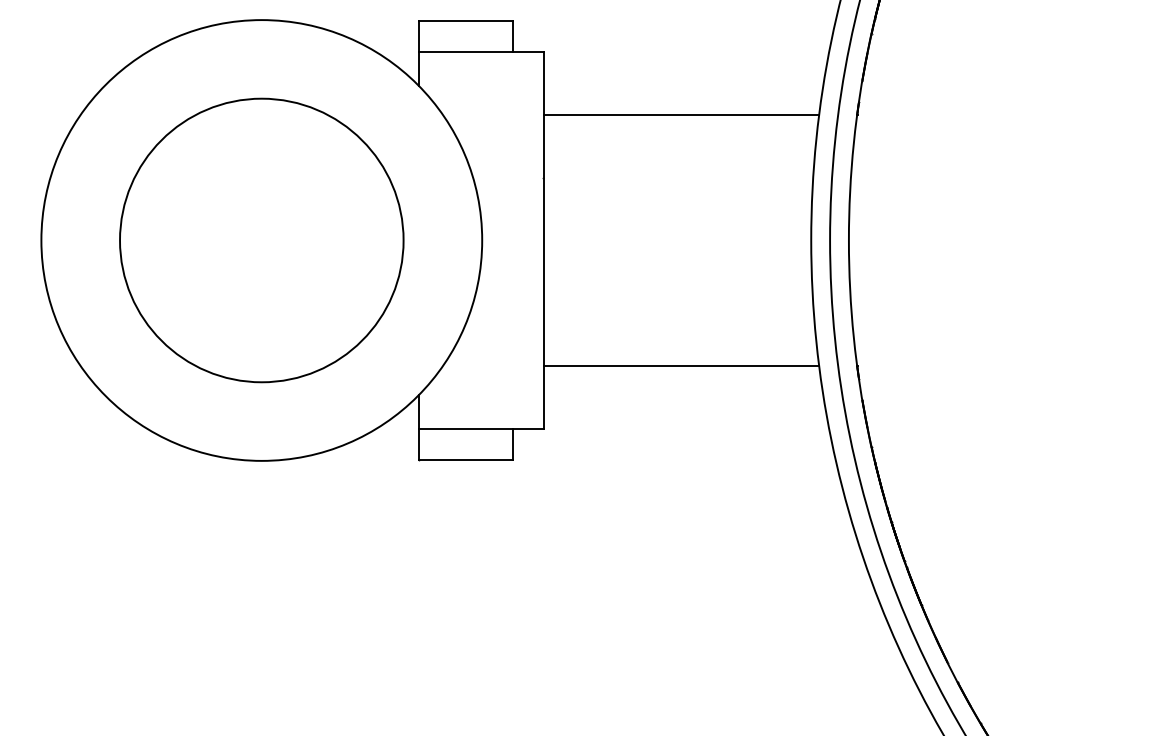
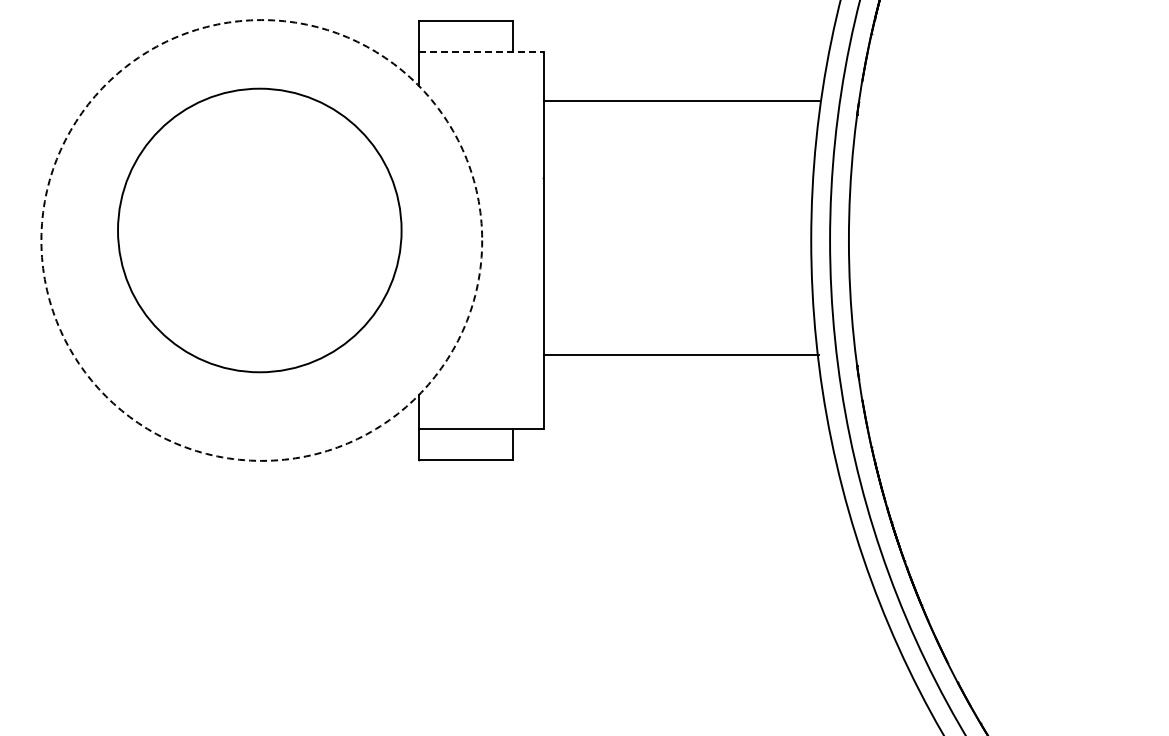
line at (481, 52): solid -> dashed
line at (681, 114) position: (681, 114) -> (681, 100)
circle at (261, 240) position: (261, 240) -> (259, 230)
circle at (261, 240): solid -> dashed
line at (681, 366) position: (681, 366) -> (681, 355)
